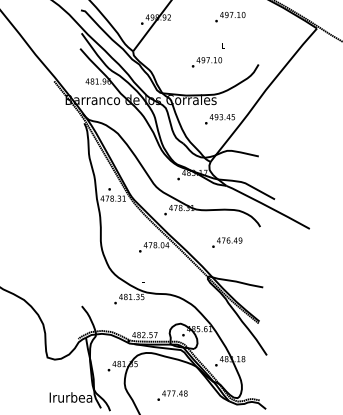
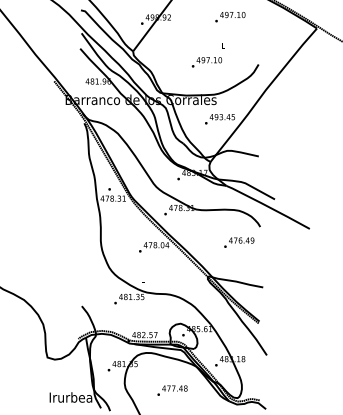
text at (227, 242) position: (227, 242) -> (239, 242)
text at (172, 395) position: (172, 395) -> (172, 390)
